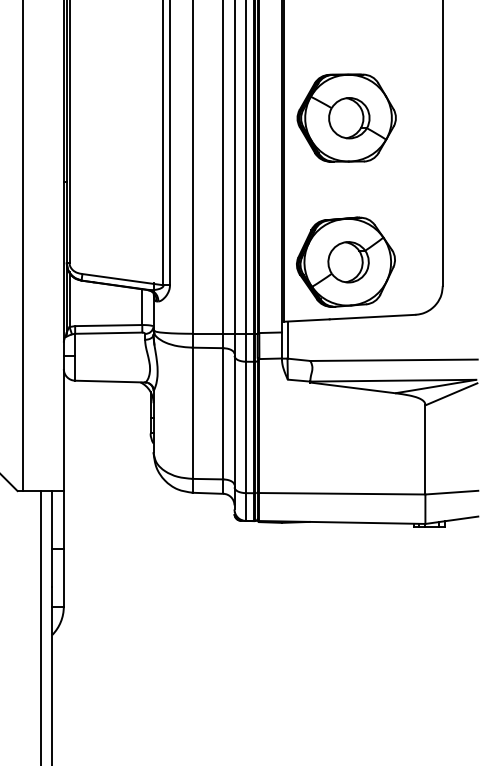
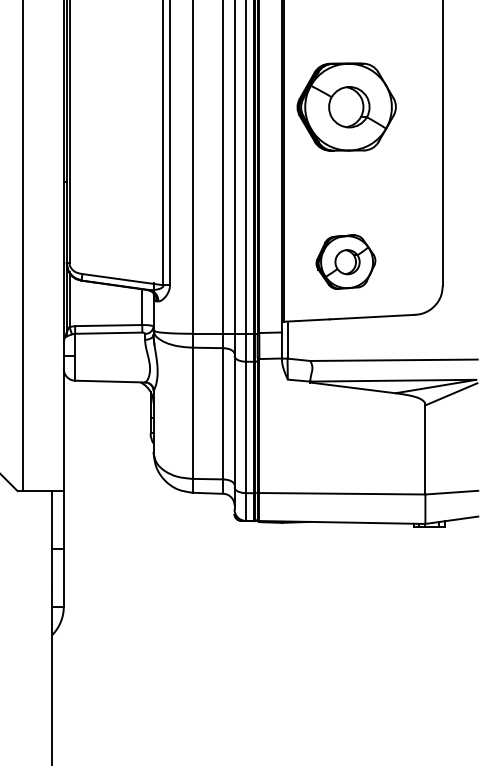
part at (346, 117) position: (346, 117) -> (346, 106)
part at (345, 261) size: 100x92 px -> 62x56 px
line at (40, 626): present -> none
